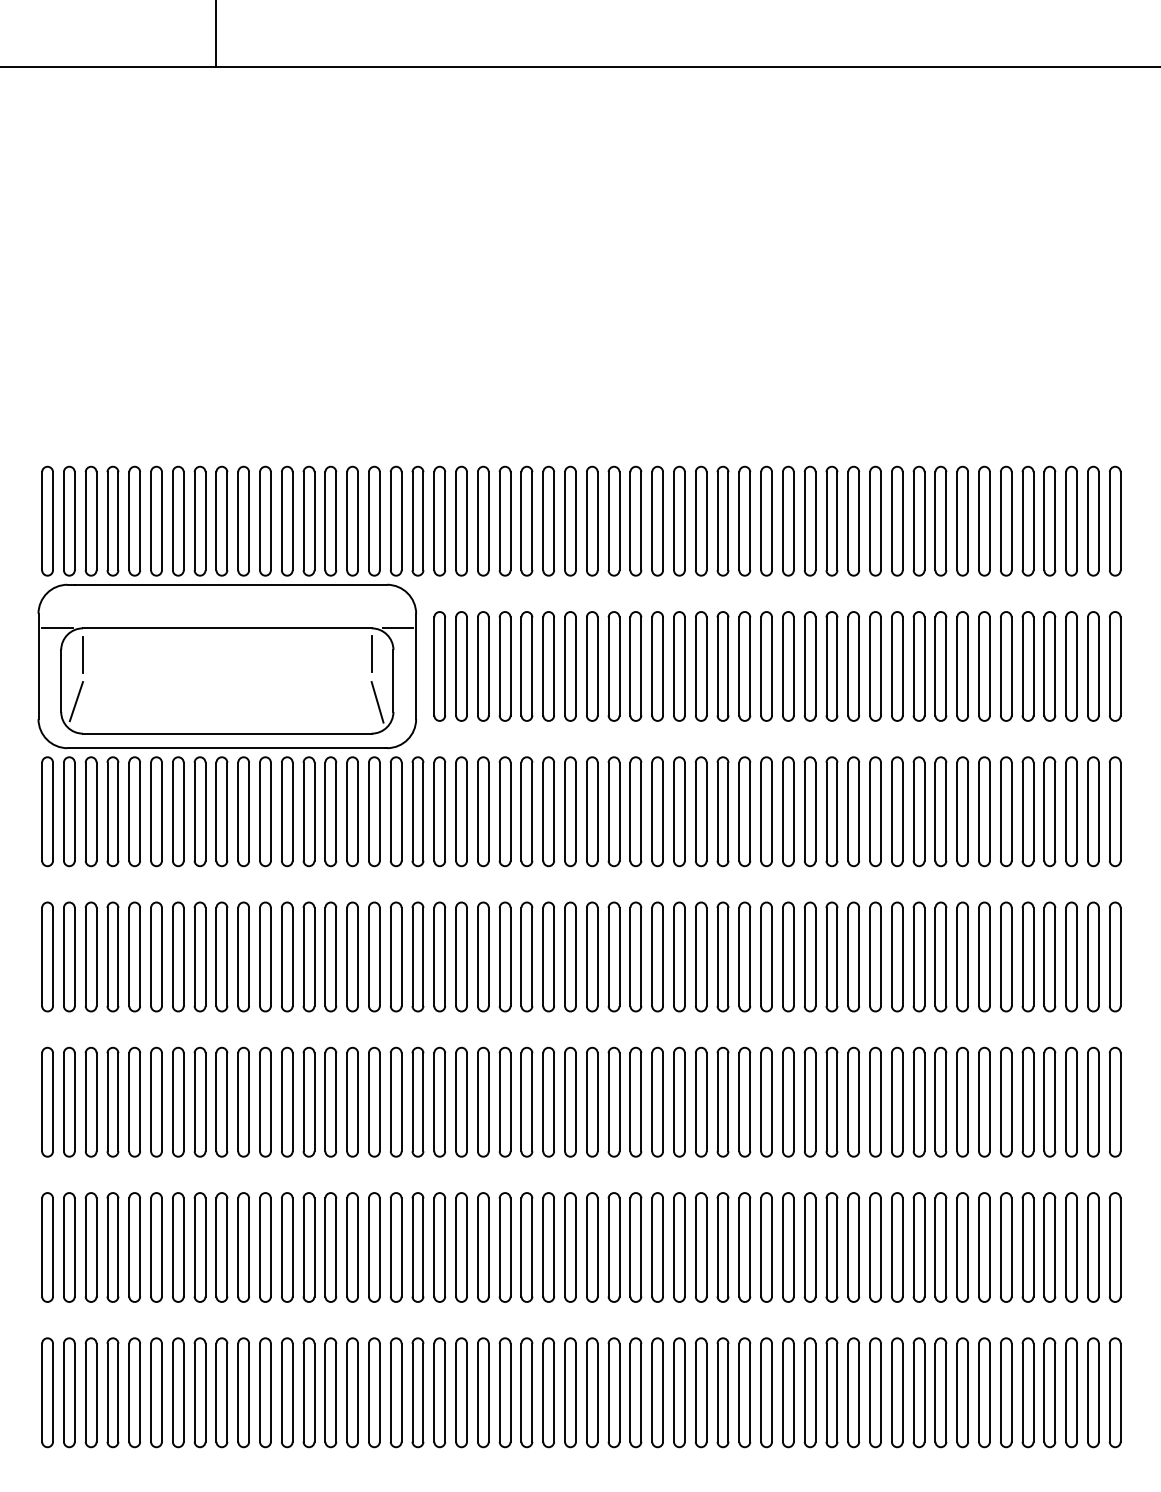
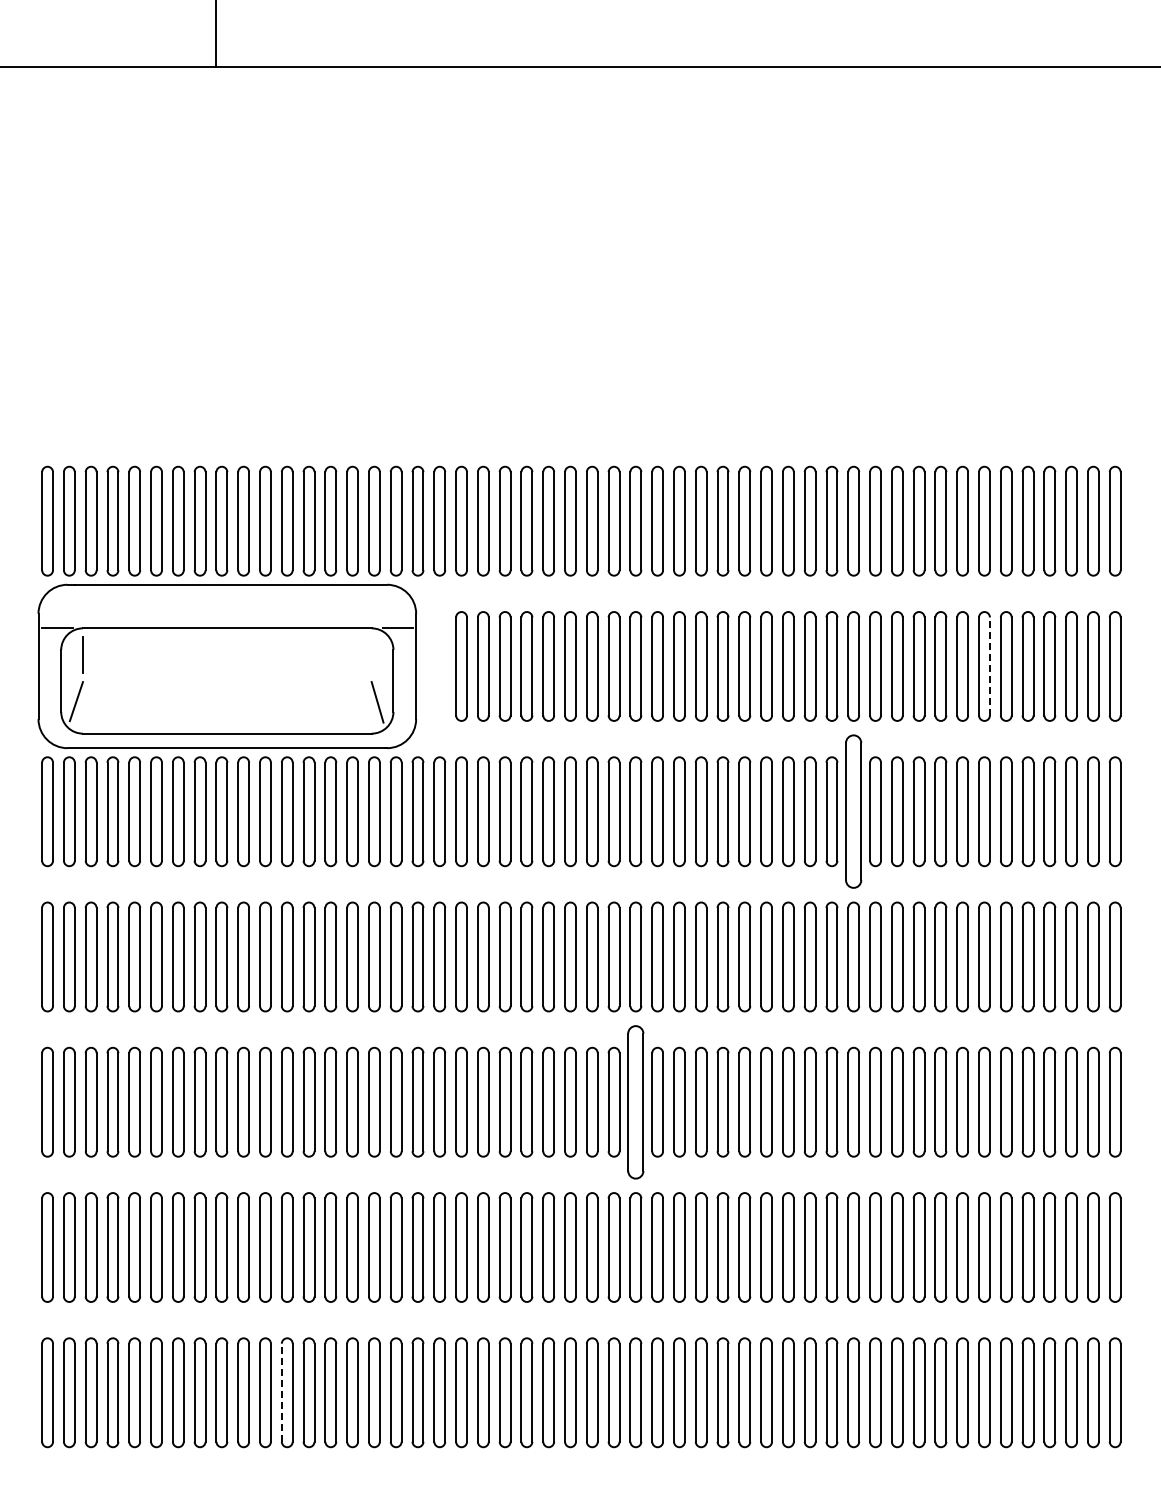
line at (371, 654): present -> none
line at (989, 665): solid -> dashed
part at (439, 666): present -> none
part at (853, 811) size: 14x112 px -> 18x155 px
part at (635, 1101) size: 14x112 px -> 18x155 px
line at (281, 1392): solid -> dashed
